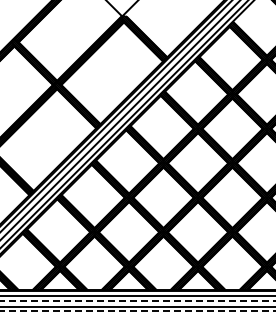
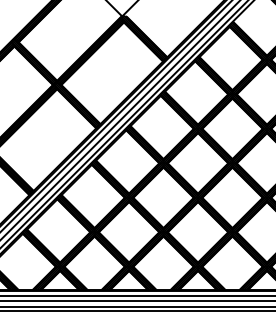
line at (138, 301): dashed -> solid
line at (138, 311): dashed -> solid
